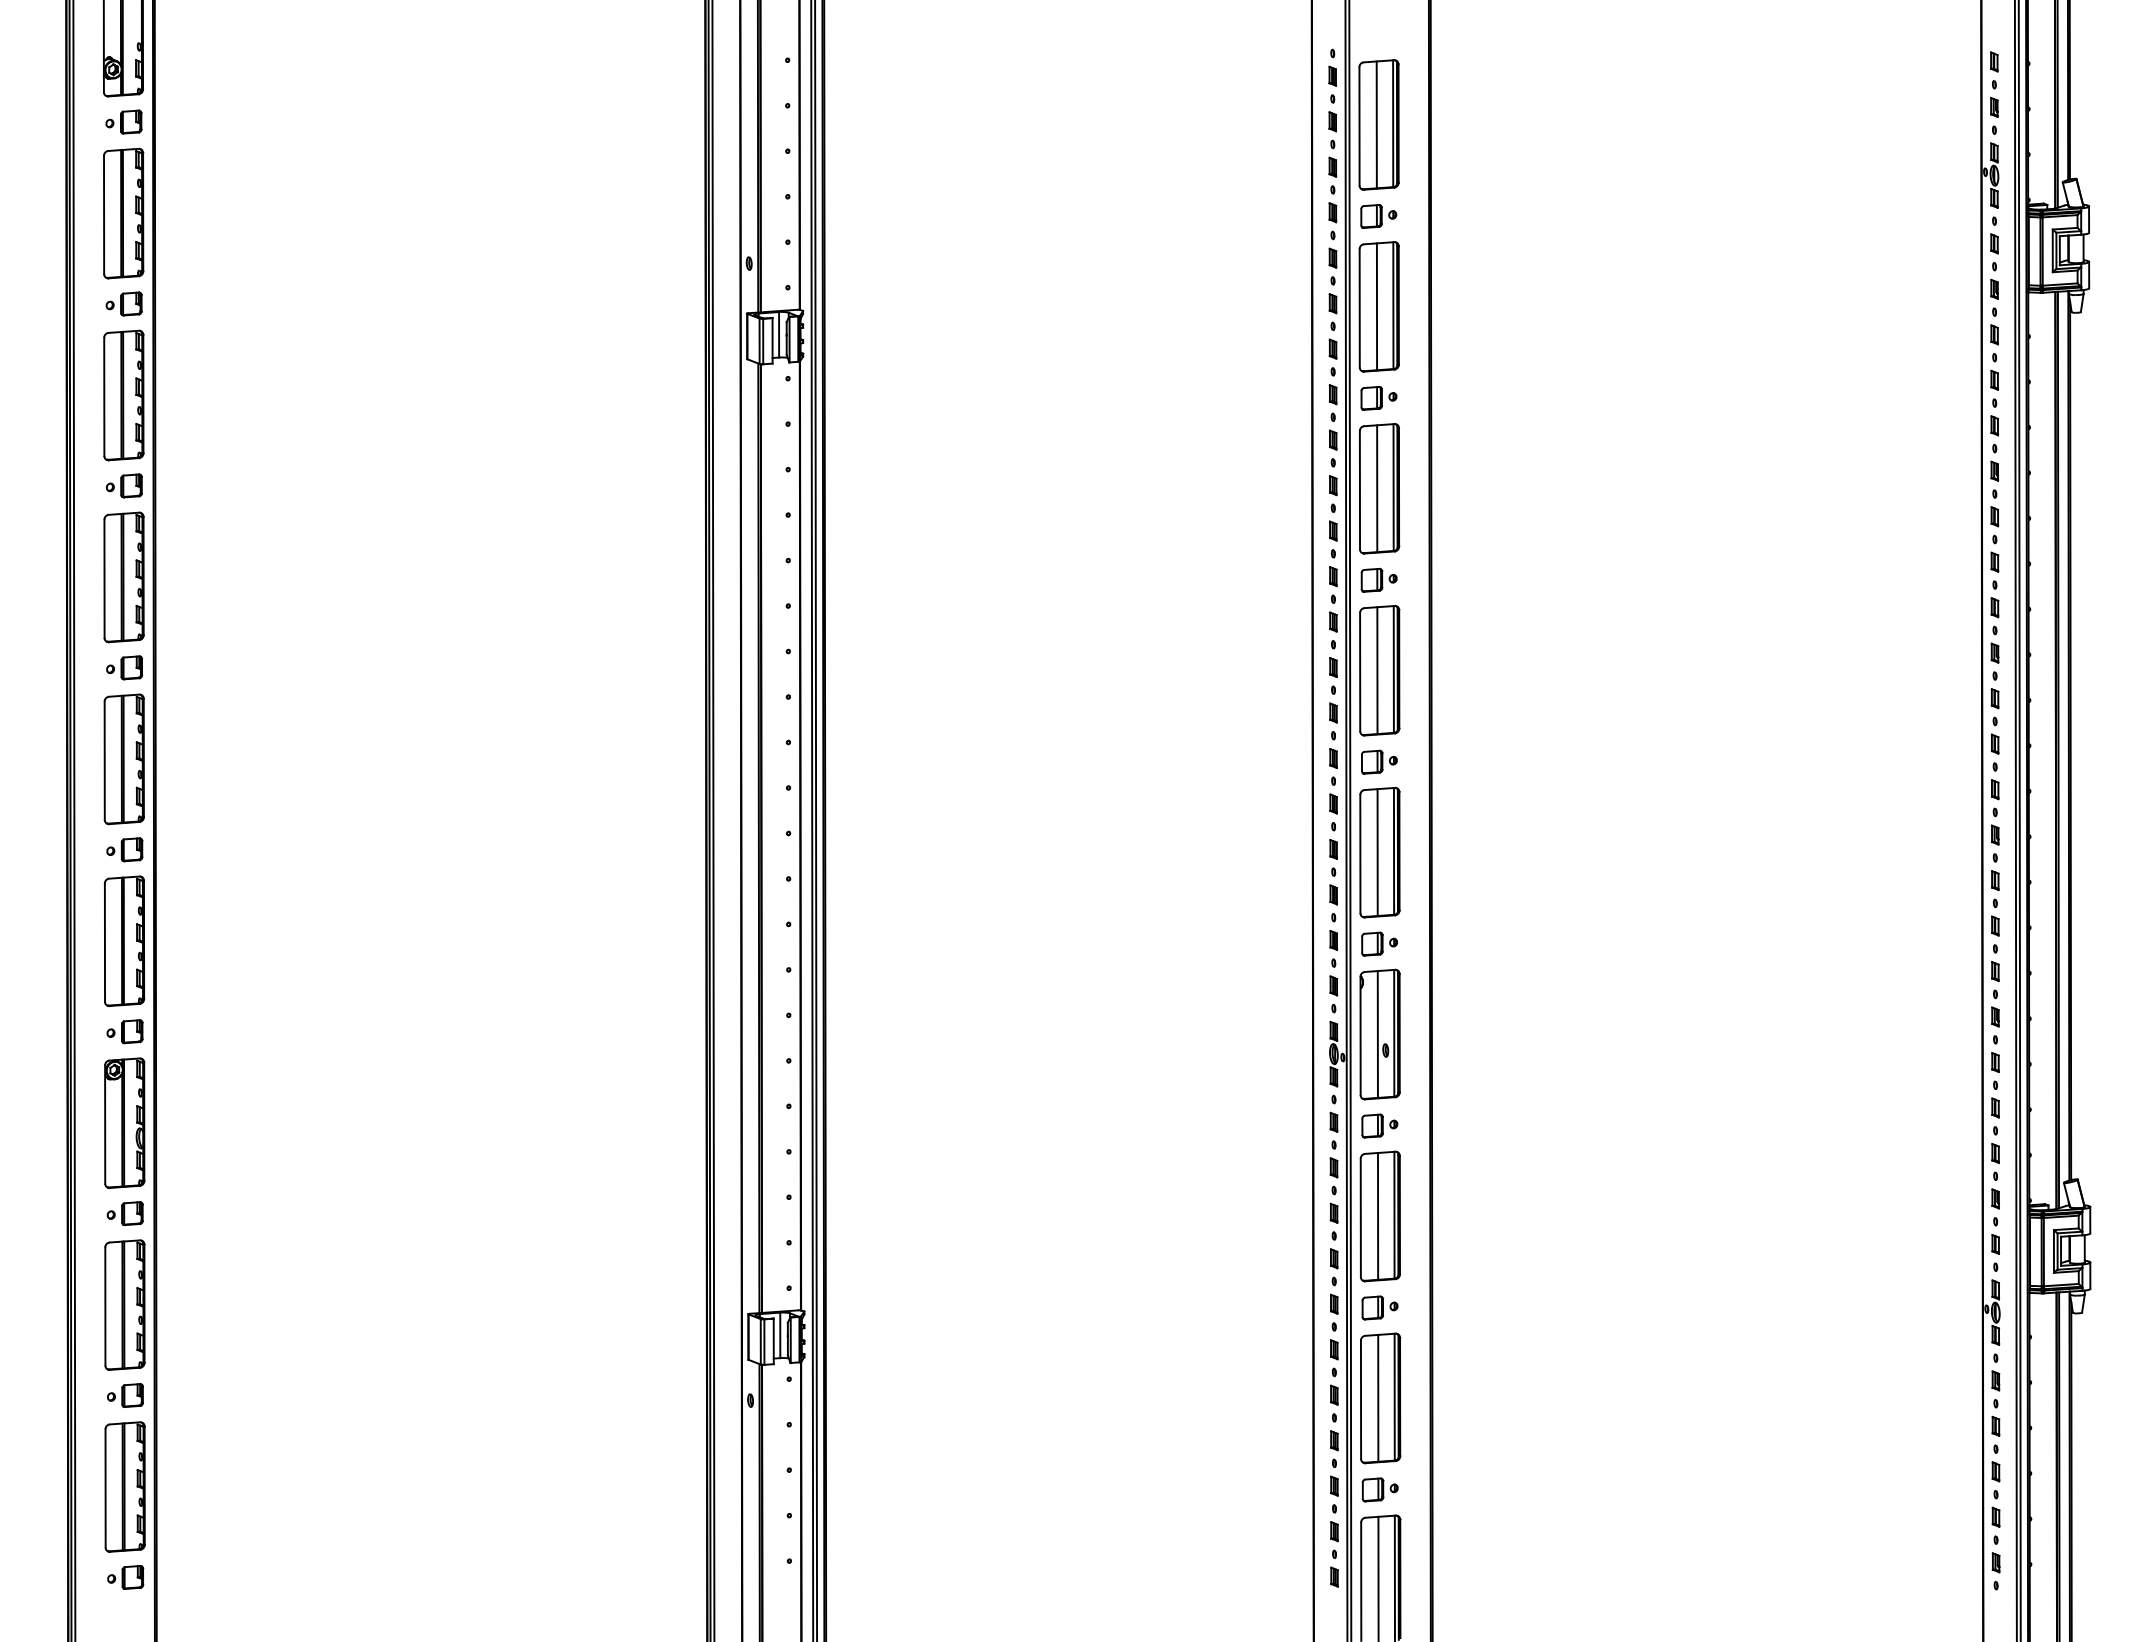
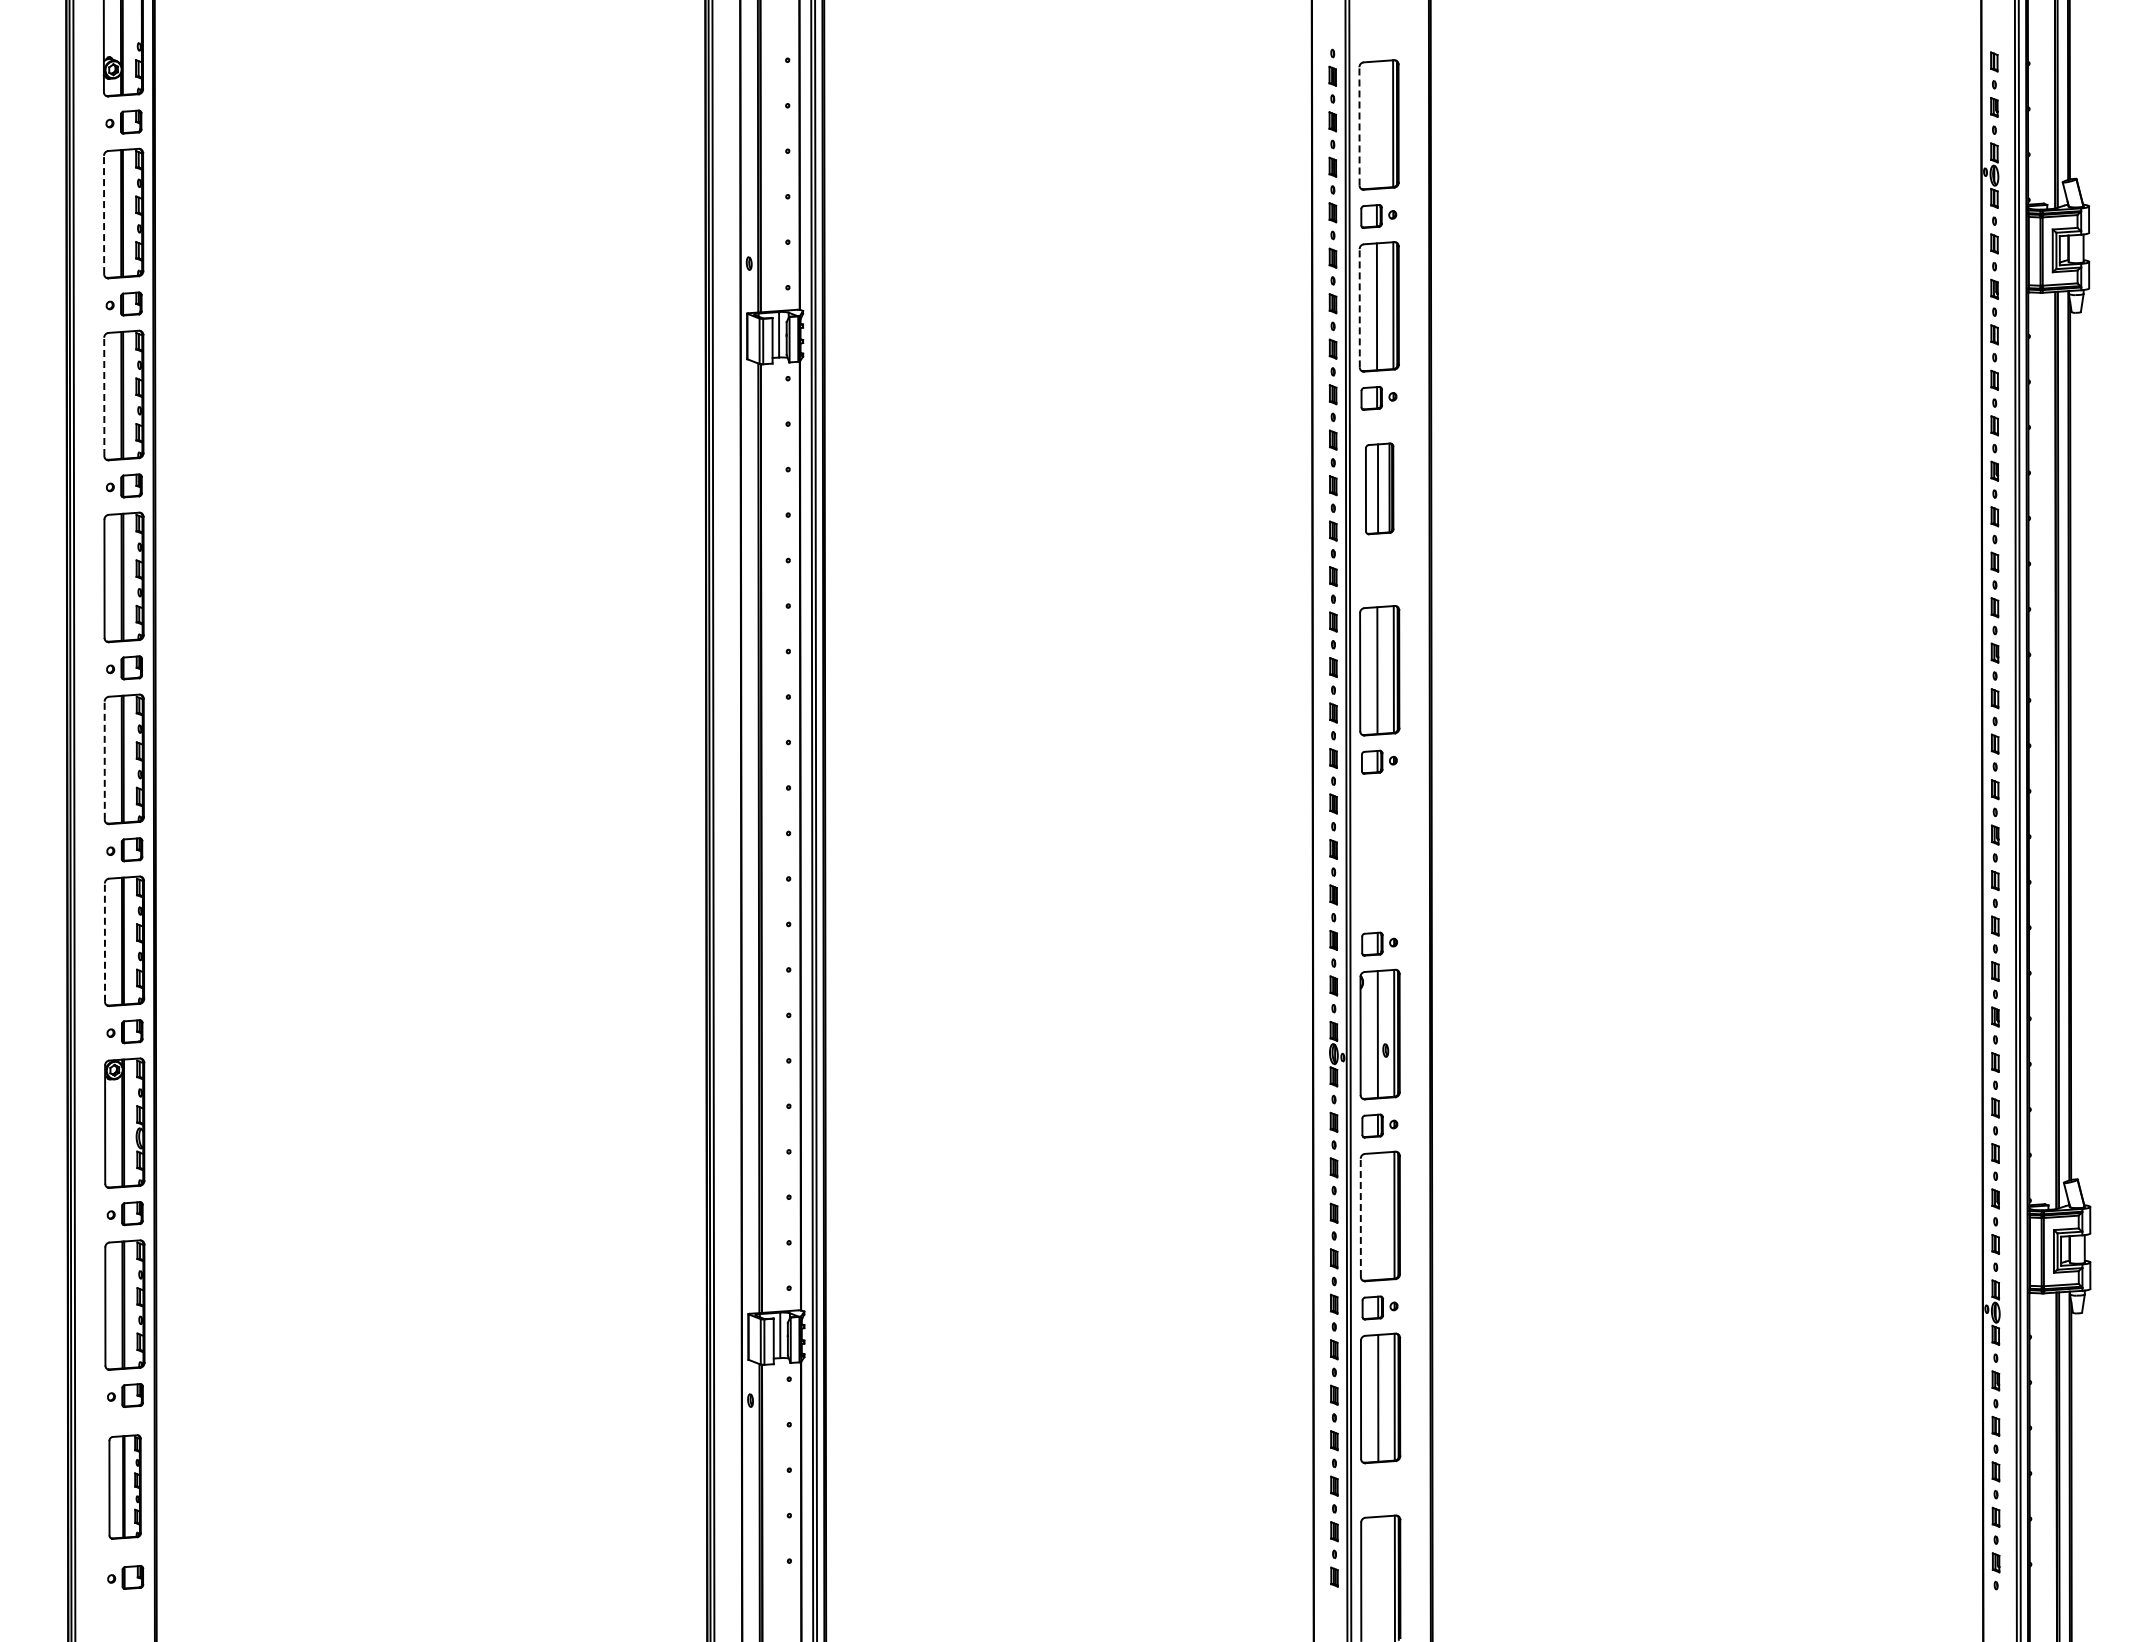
line at (1376, 124): present -> none
line at (1359, 125): solid -> dashed
line at (104, 214): solid -> dashed
line at (1359, 307): solid -> dashed
line at (104, 396): solid -> dashed
part at (1379, 488) size: 42x132 px -> 30x94 px
part at (1378, 579): present -> none
line at (104, 760): solid -> dashed
part at (1379, 852): present -> none
line at (104, 942): solid -> dashed
line at (1378, 1216): present -> none
line at (1360, 1217): solid -> dashed
part at (124, 1486) size: 42x132 px -> 34x106 px
part at (1379, 1489): present -> none
line at (1378, 1577): present -> none
